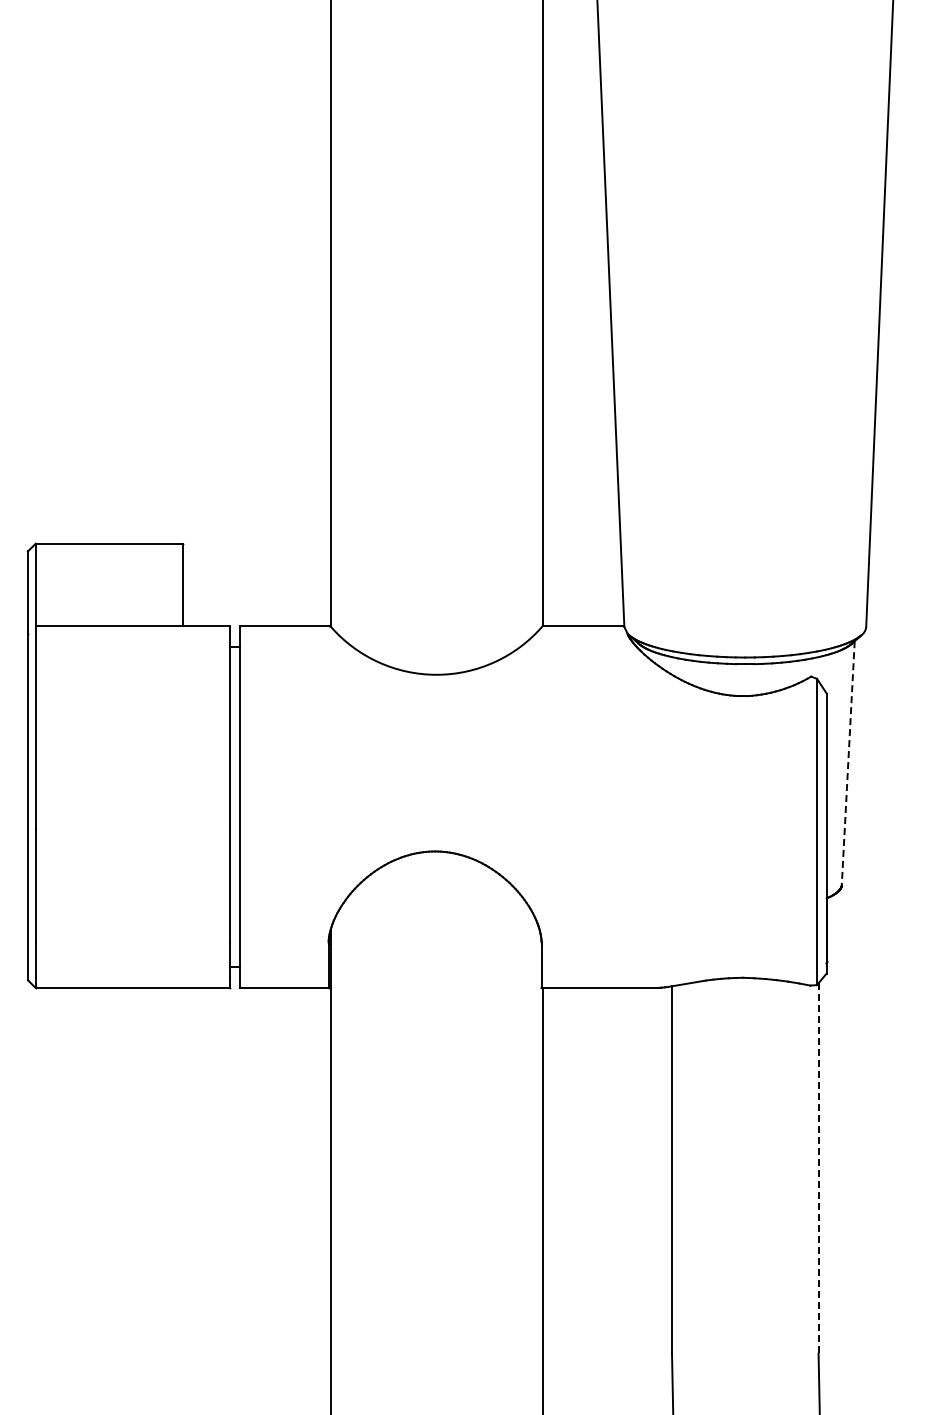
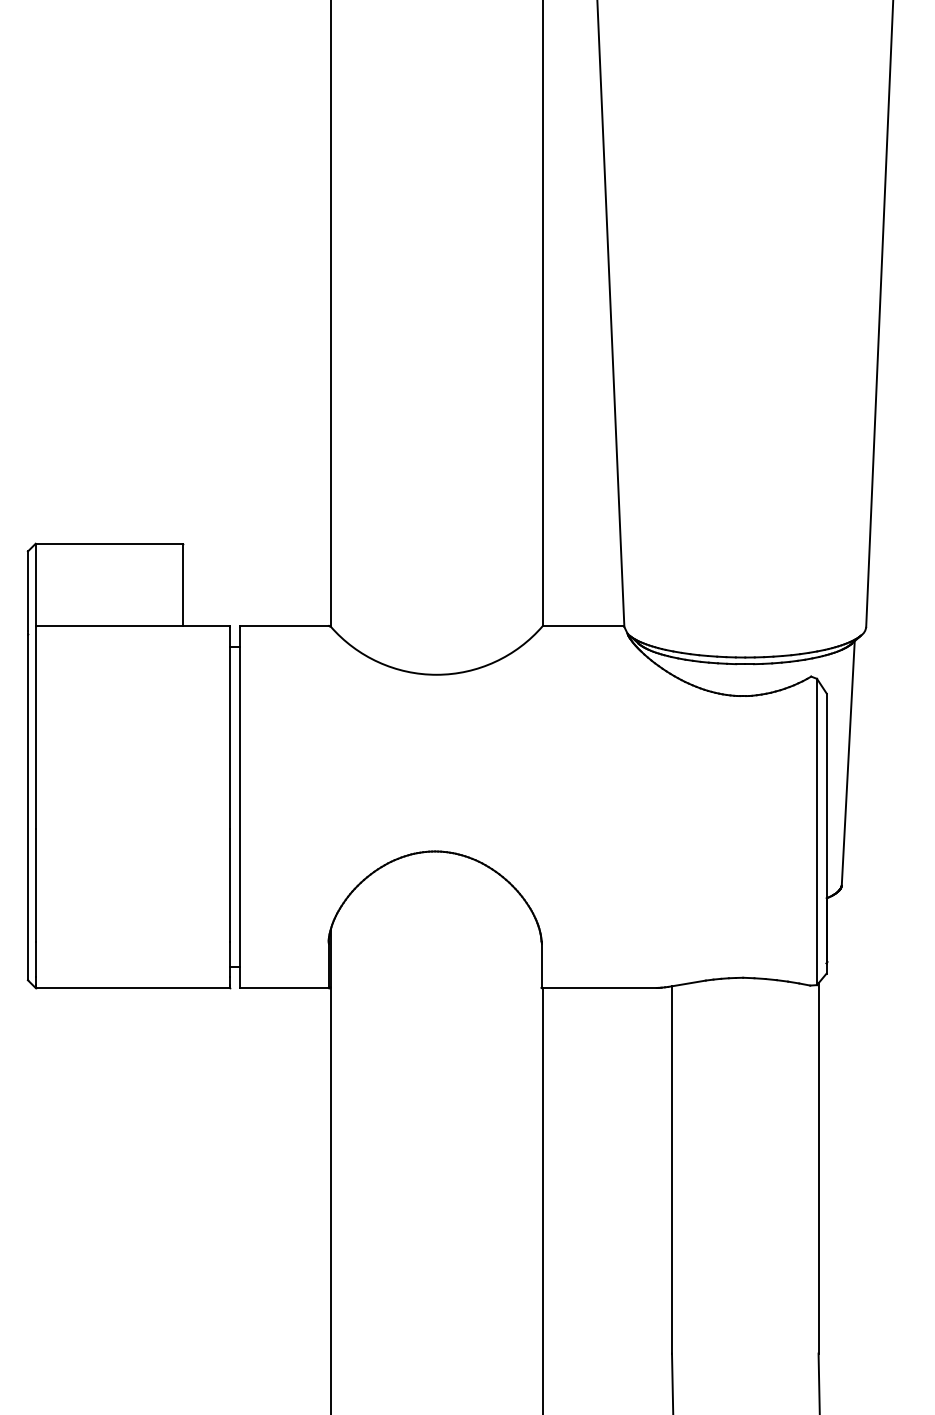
line at (848, 763): dashed -> solid
line at (818, 1168): dashed -> solid
